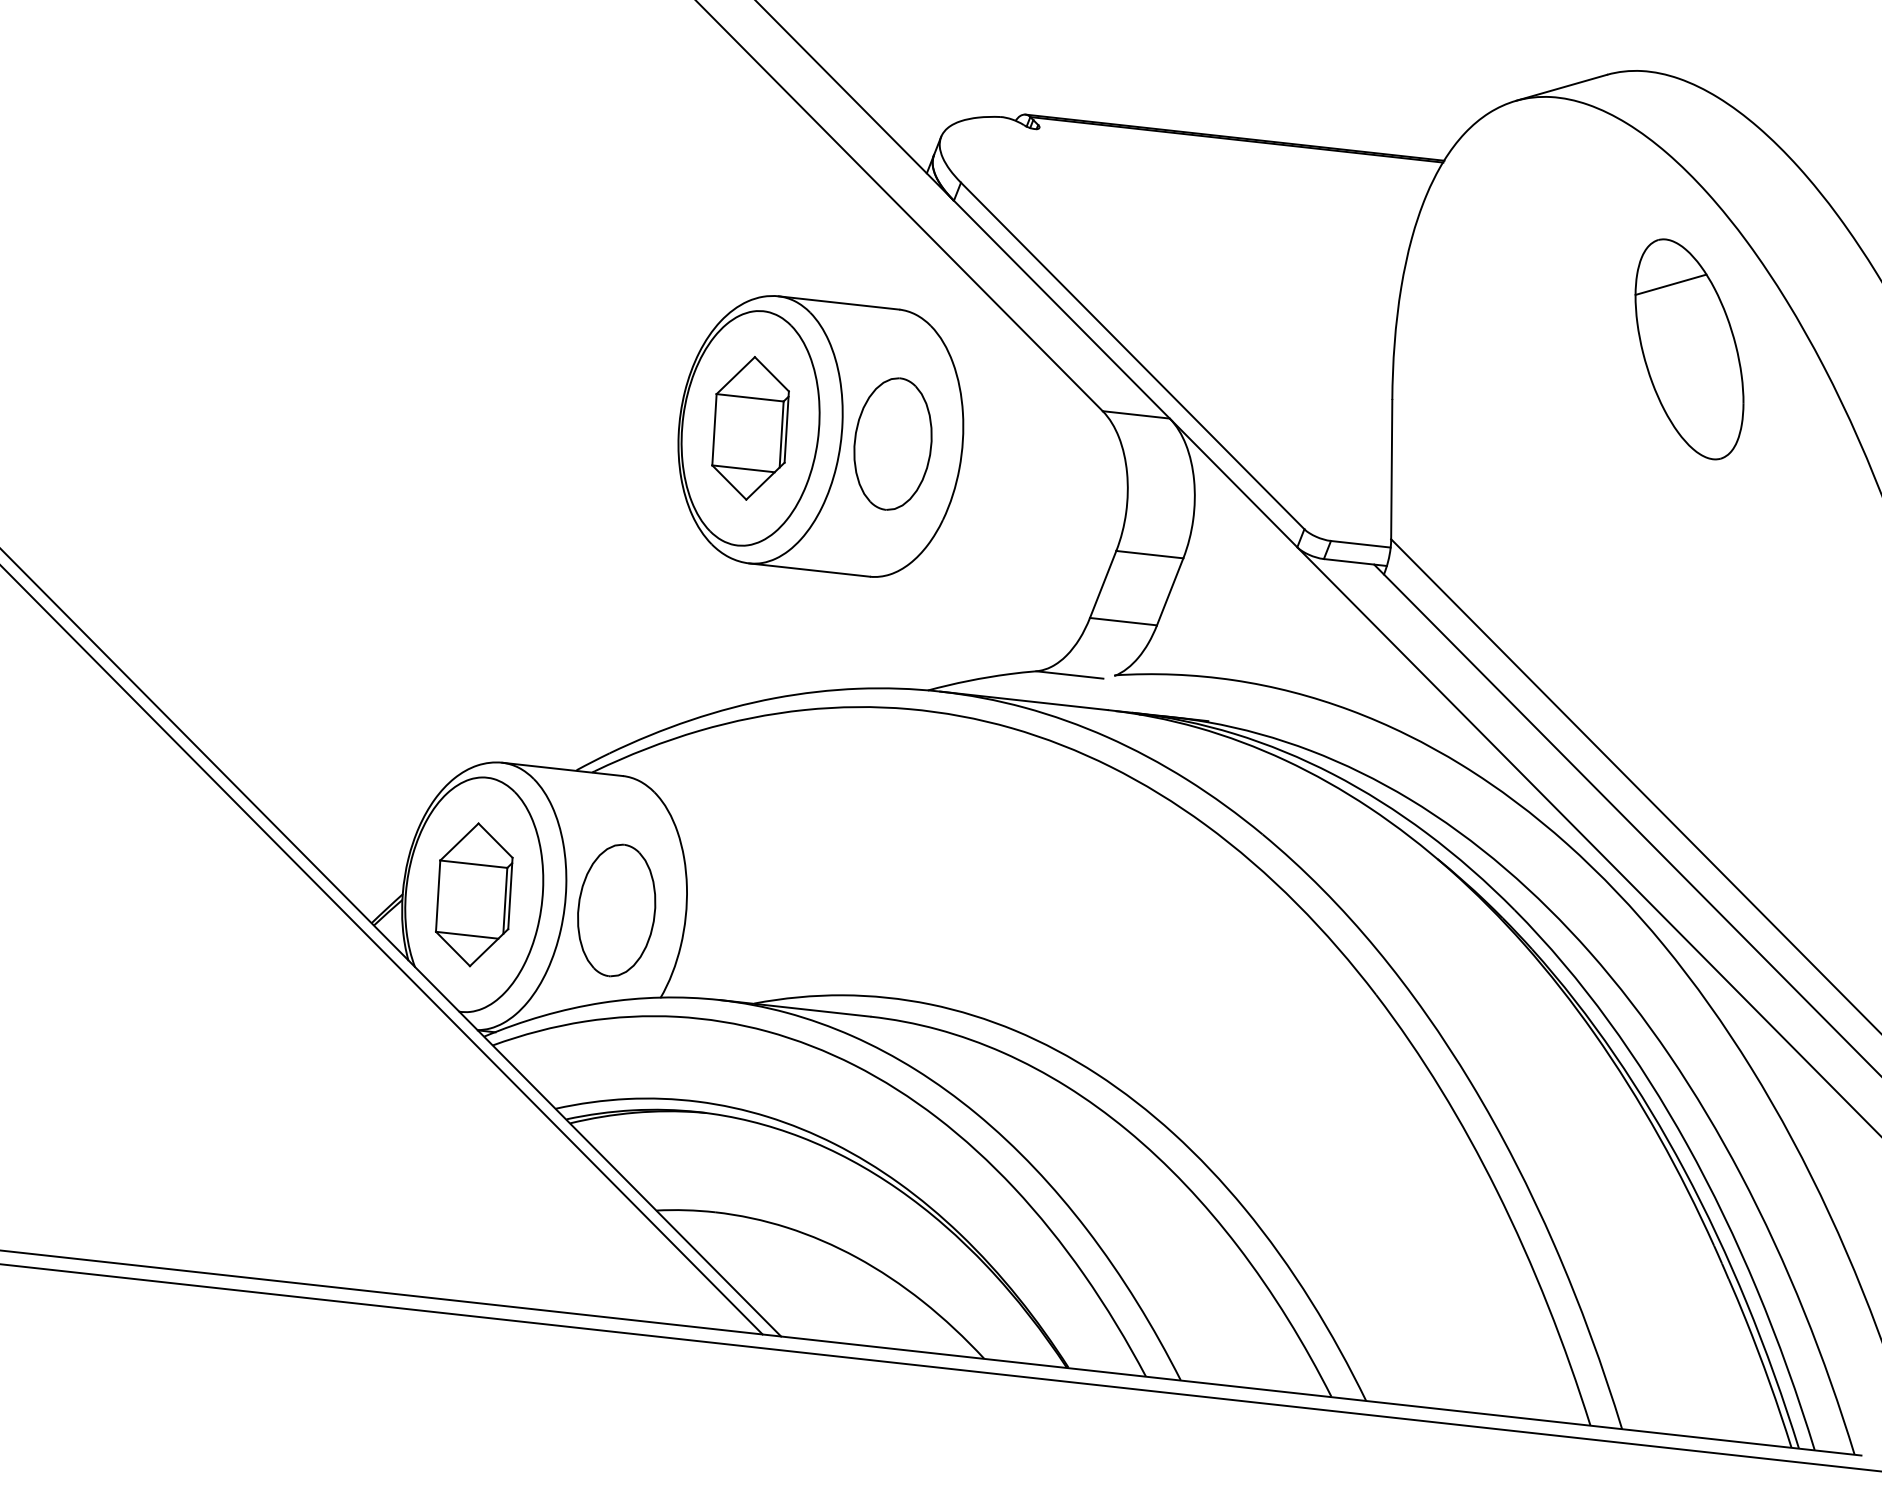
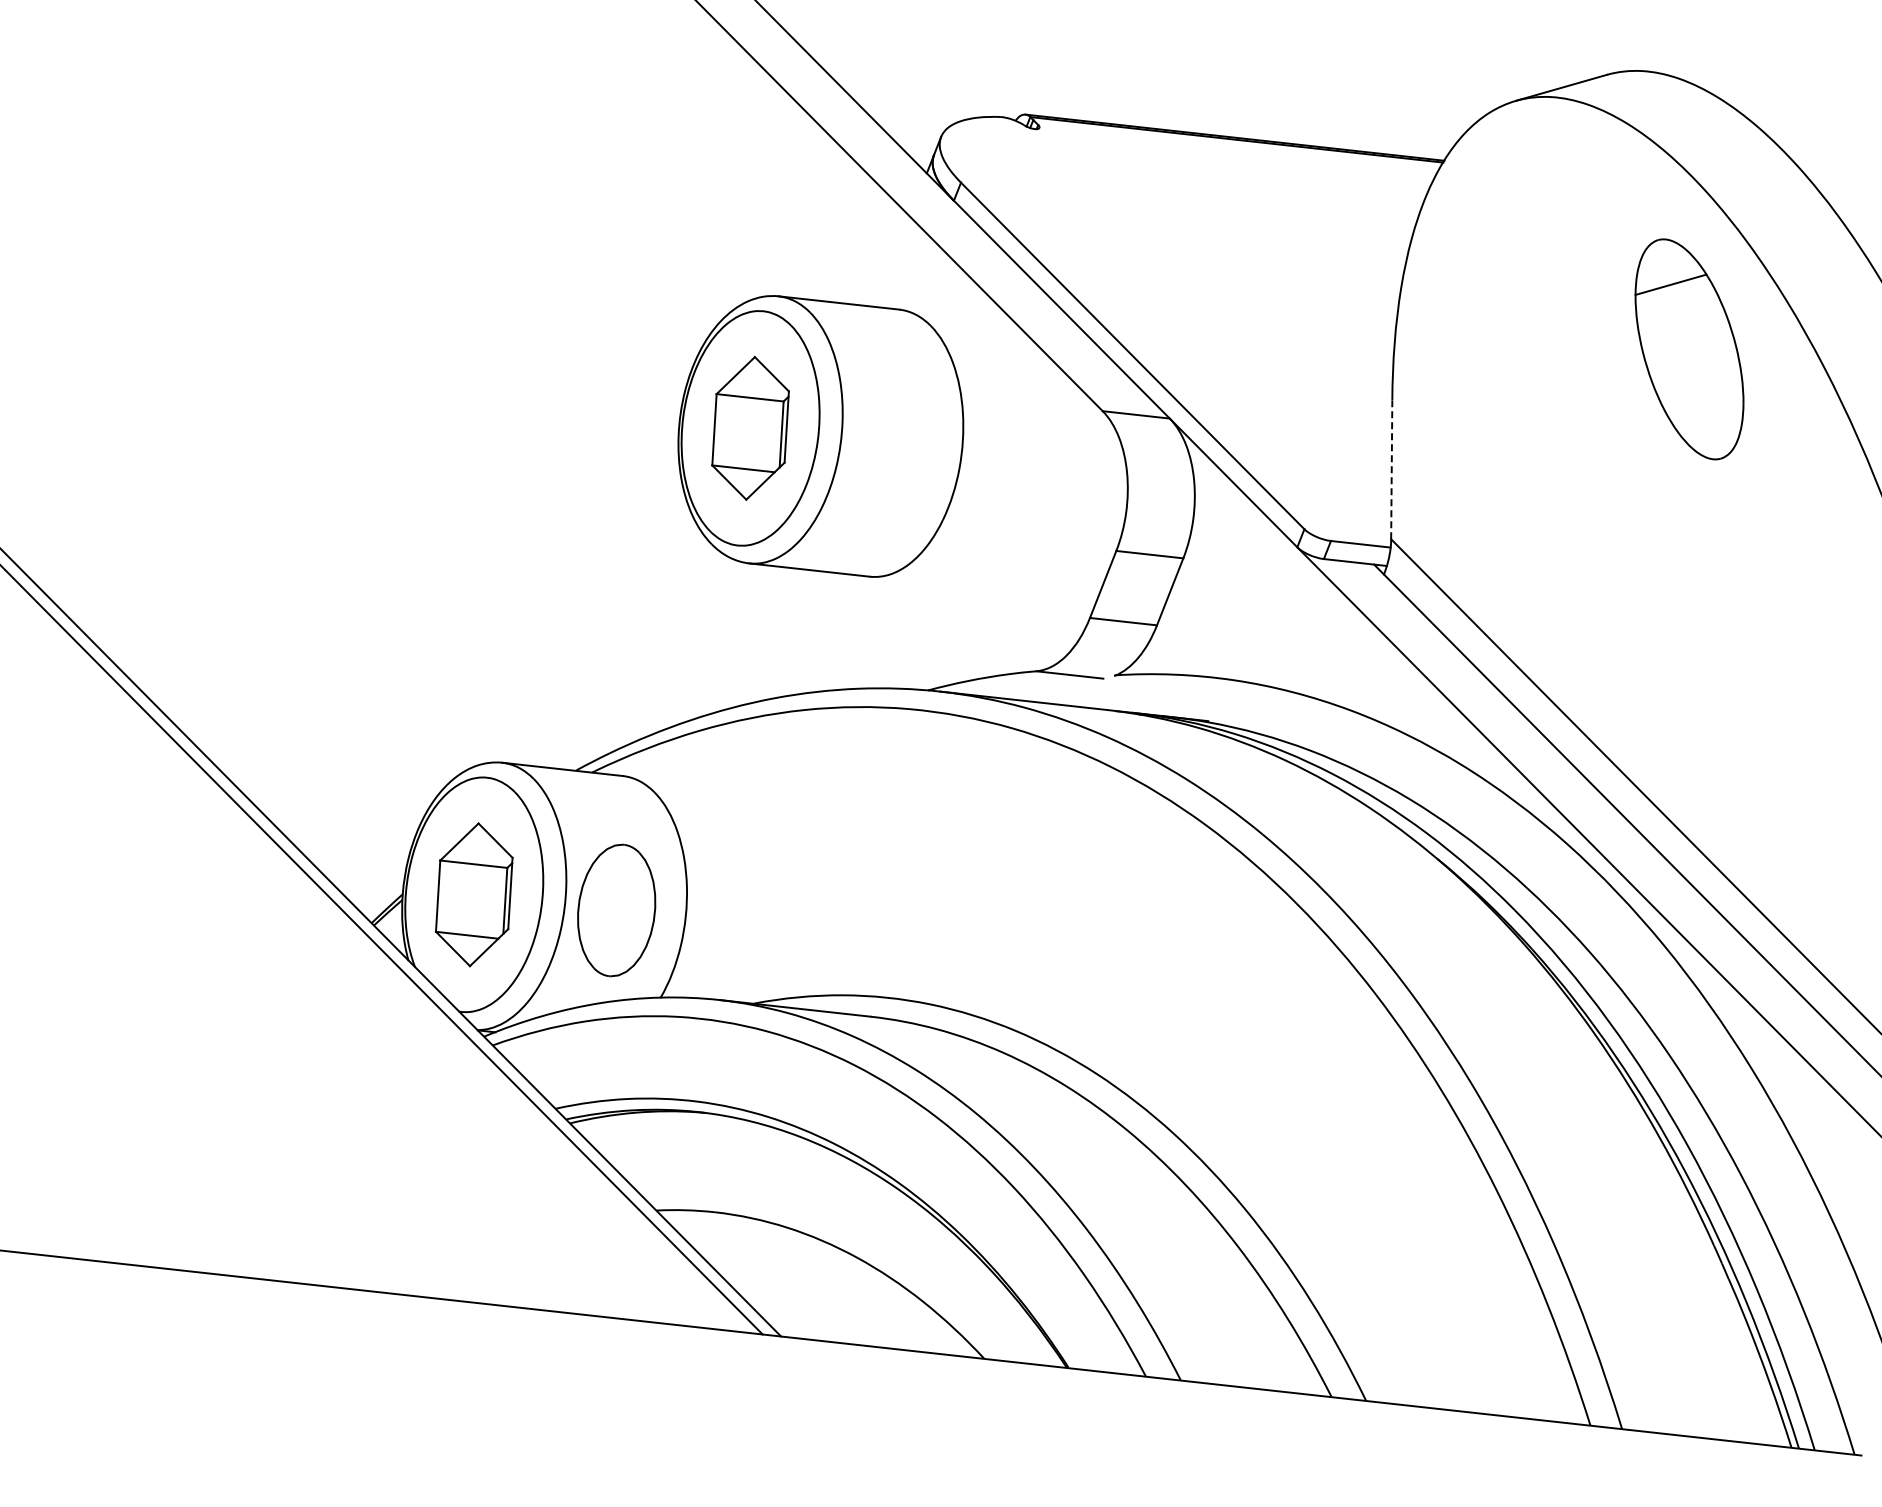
part at (892, 443): present -> none
line at (1391, 469): solid -> dashed
line at (940, 1367): present -> none
